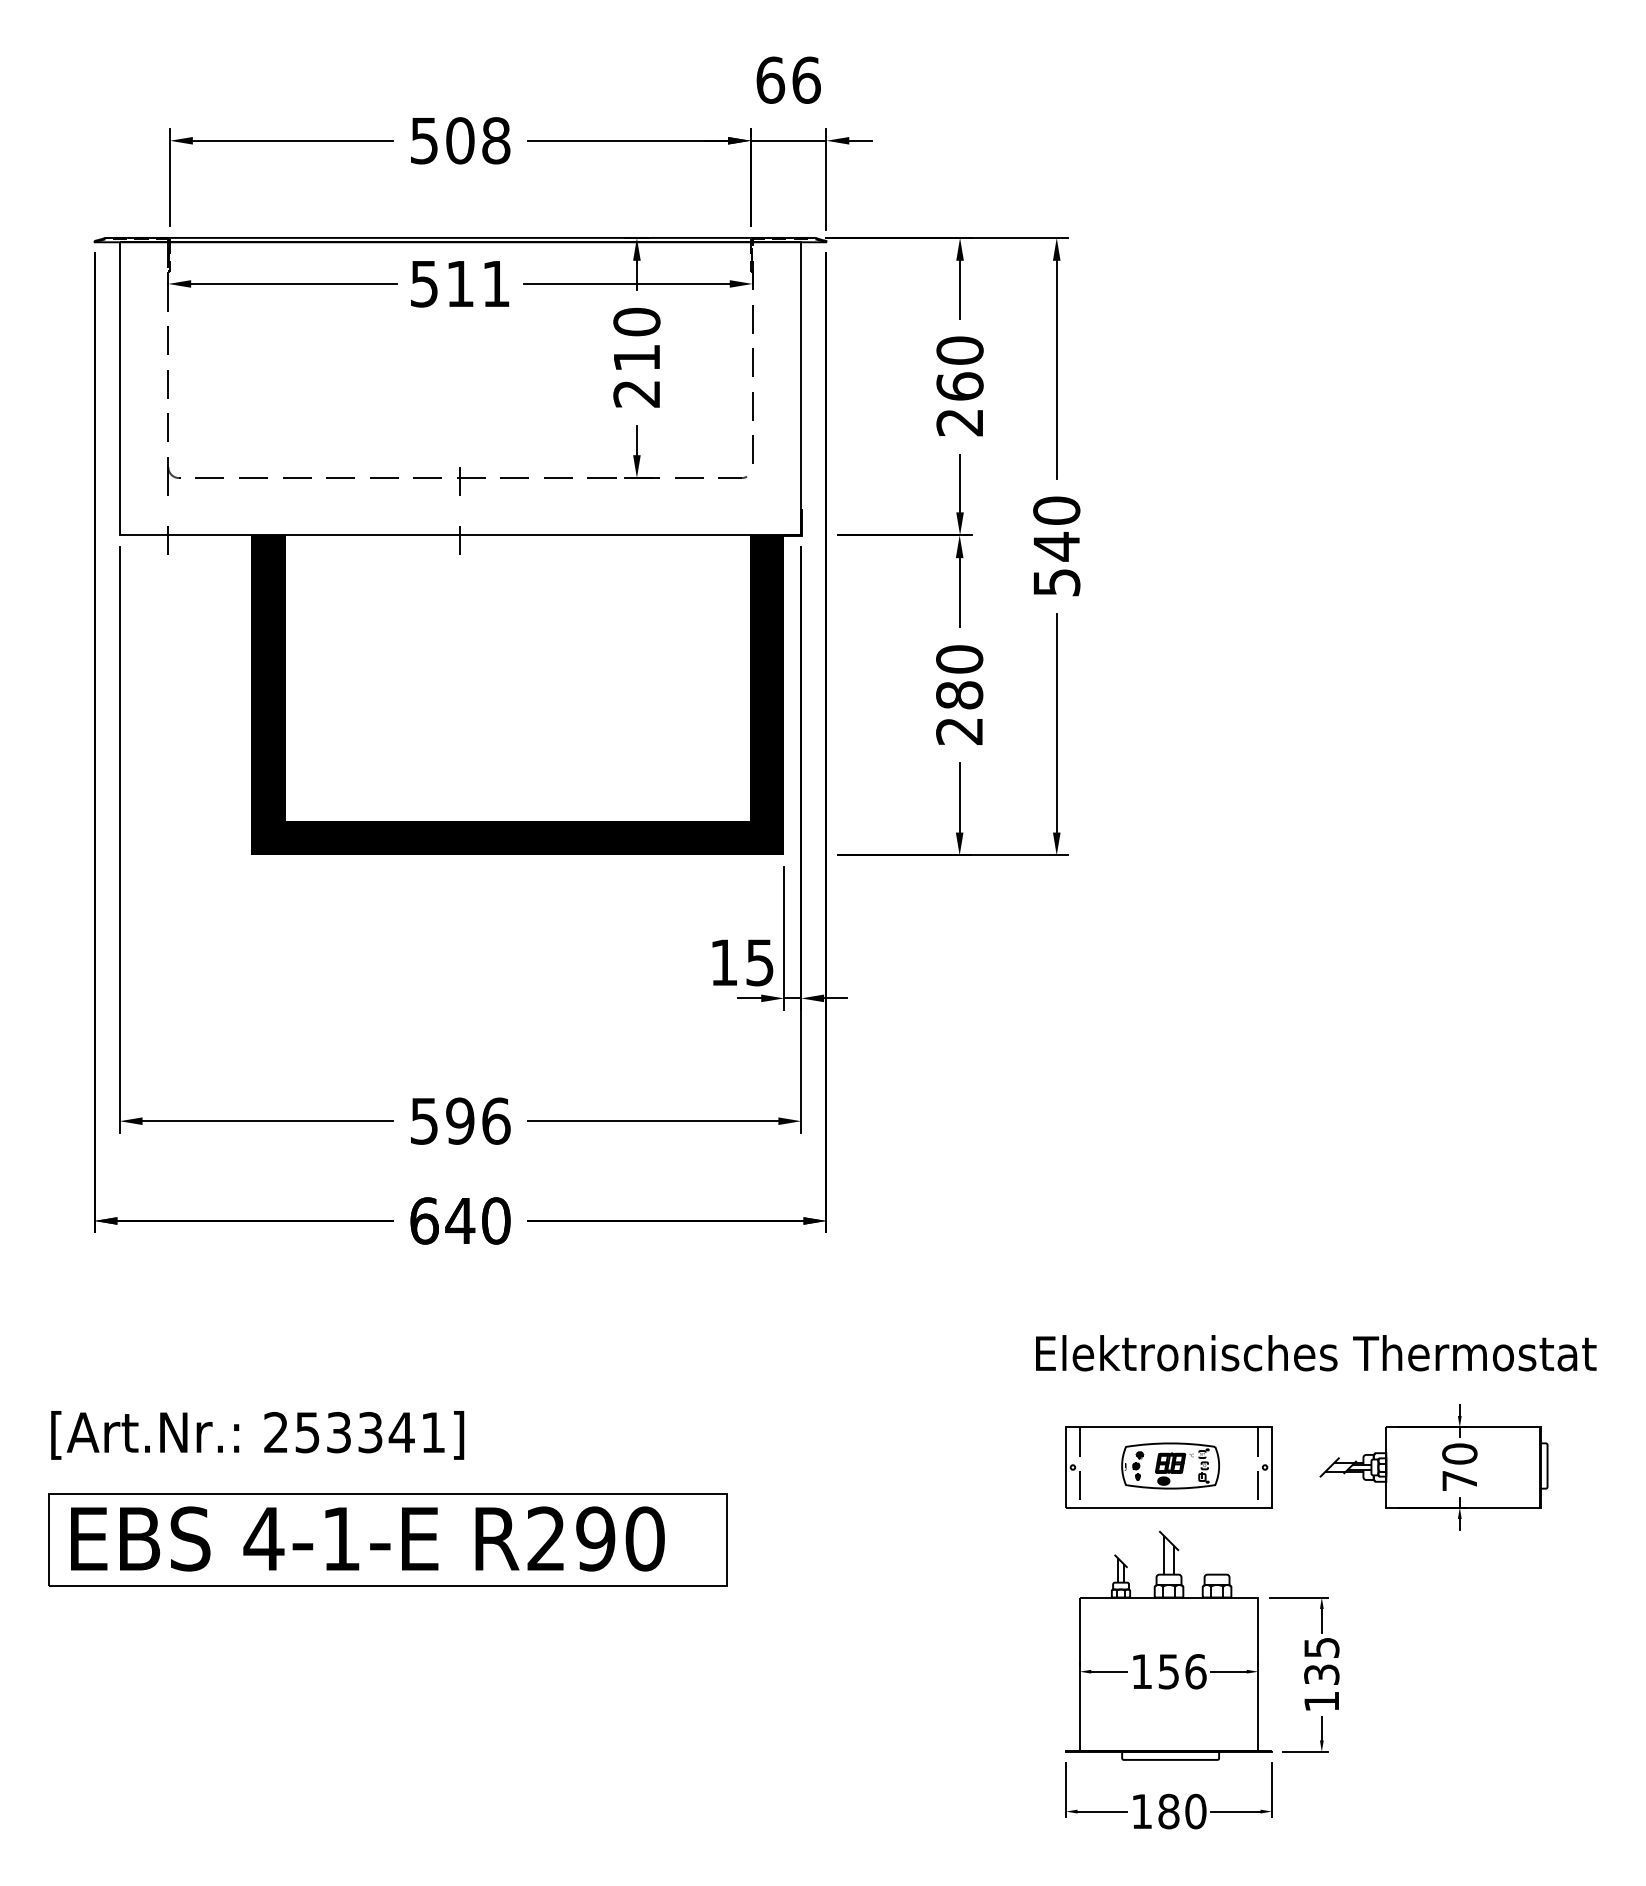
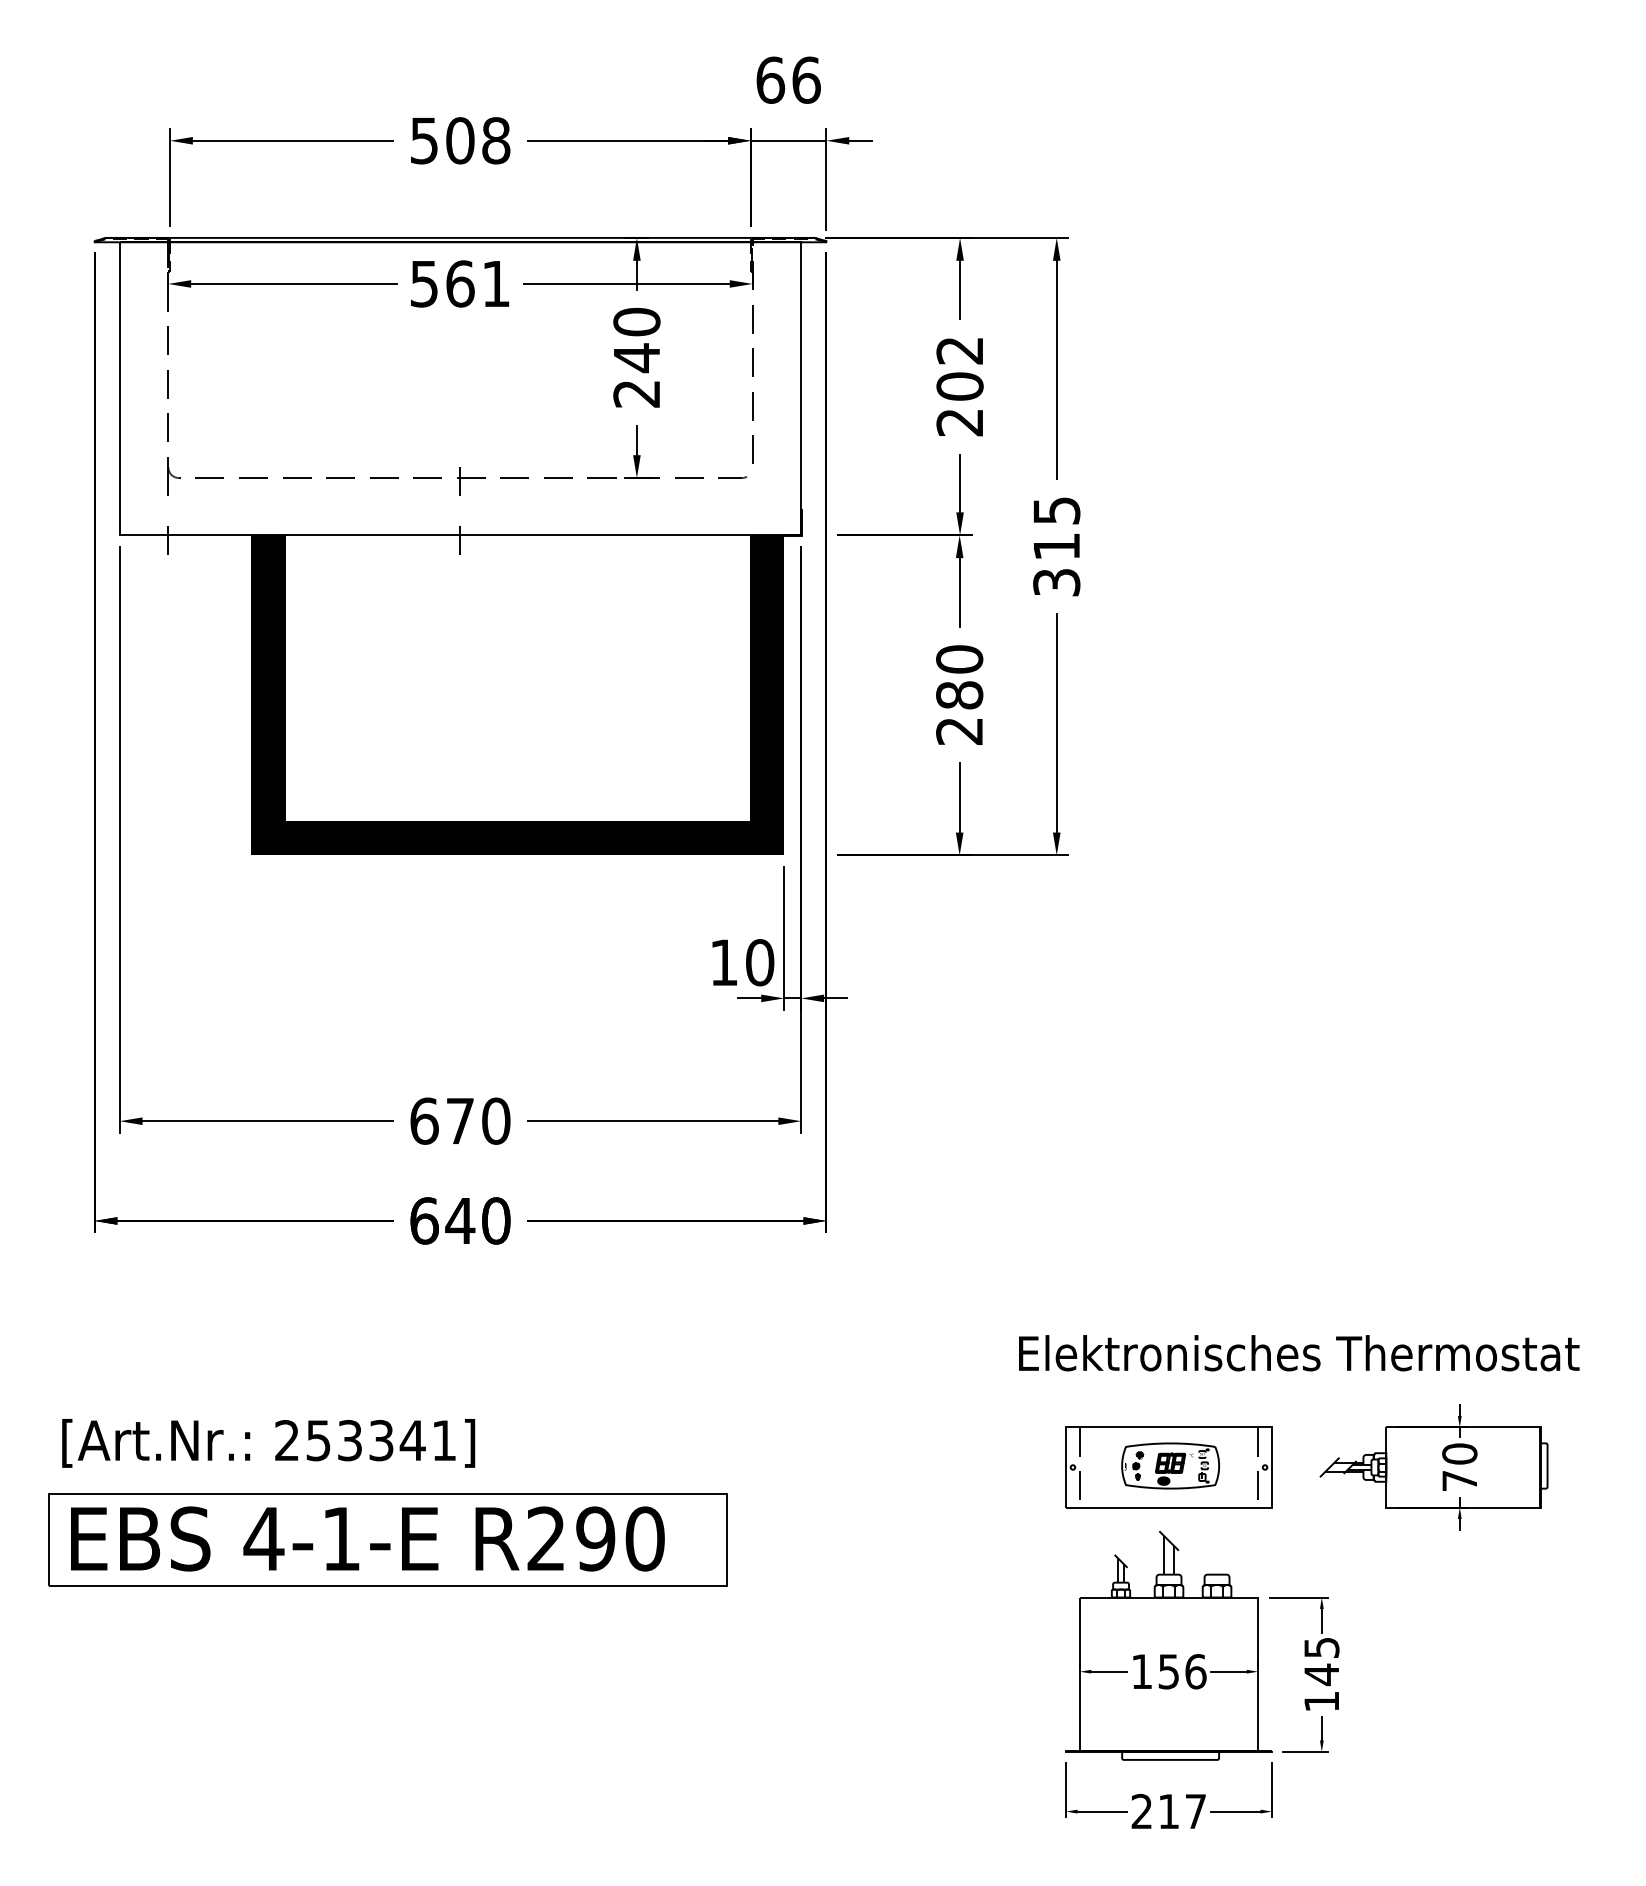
text at (460, 283): 511 -> 561
text at (636, 358): 210 -> 240
text at (959, 368): 260 -> 202
text at (1056, 545): 540 -> 315
text at (760, 962): 15 -> 10
text at (460, 1120): 596 -> 670
text at (1316, 1353) position: (1316, 1353) -> (1299, 1353)
text at (257, 1435) position: (257, 1435) -> (268, 1443)
text at (1321, 1674): 135 -> 145
text at (1168, 1811): 180 -> 217
